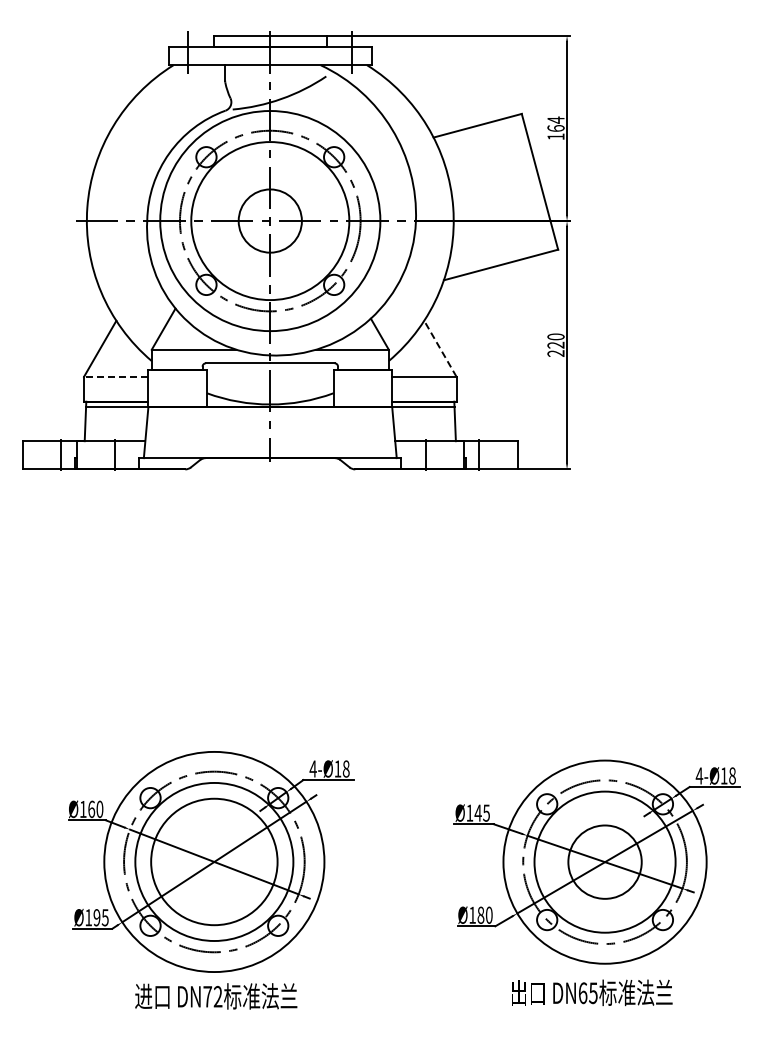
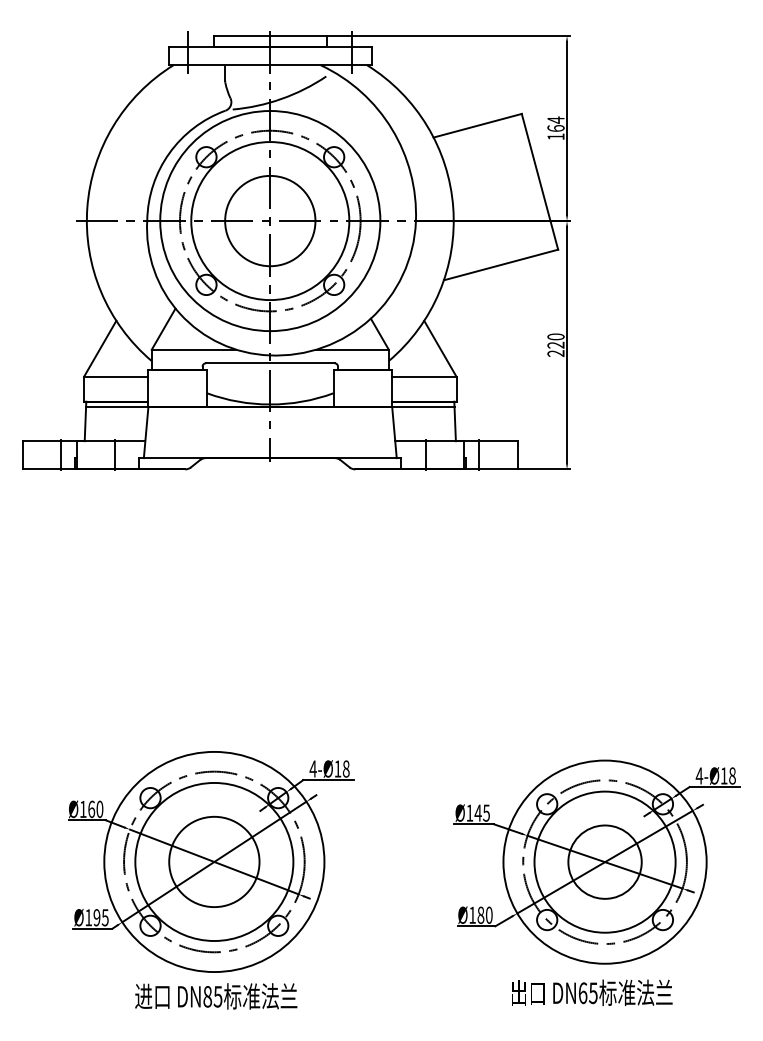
circle at (269, 220) diameter: 63 px -> 90 px
line at (440, 348): dashed -> solid
line at (115, 376): dashed -> solid
circle at (214, 861) diameter: 126 px -> 90 px
text at (212, 996): DN72 -> DN85
